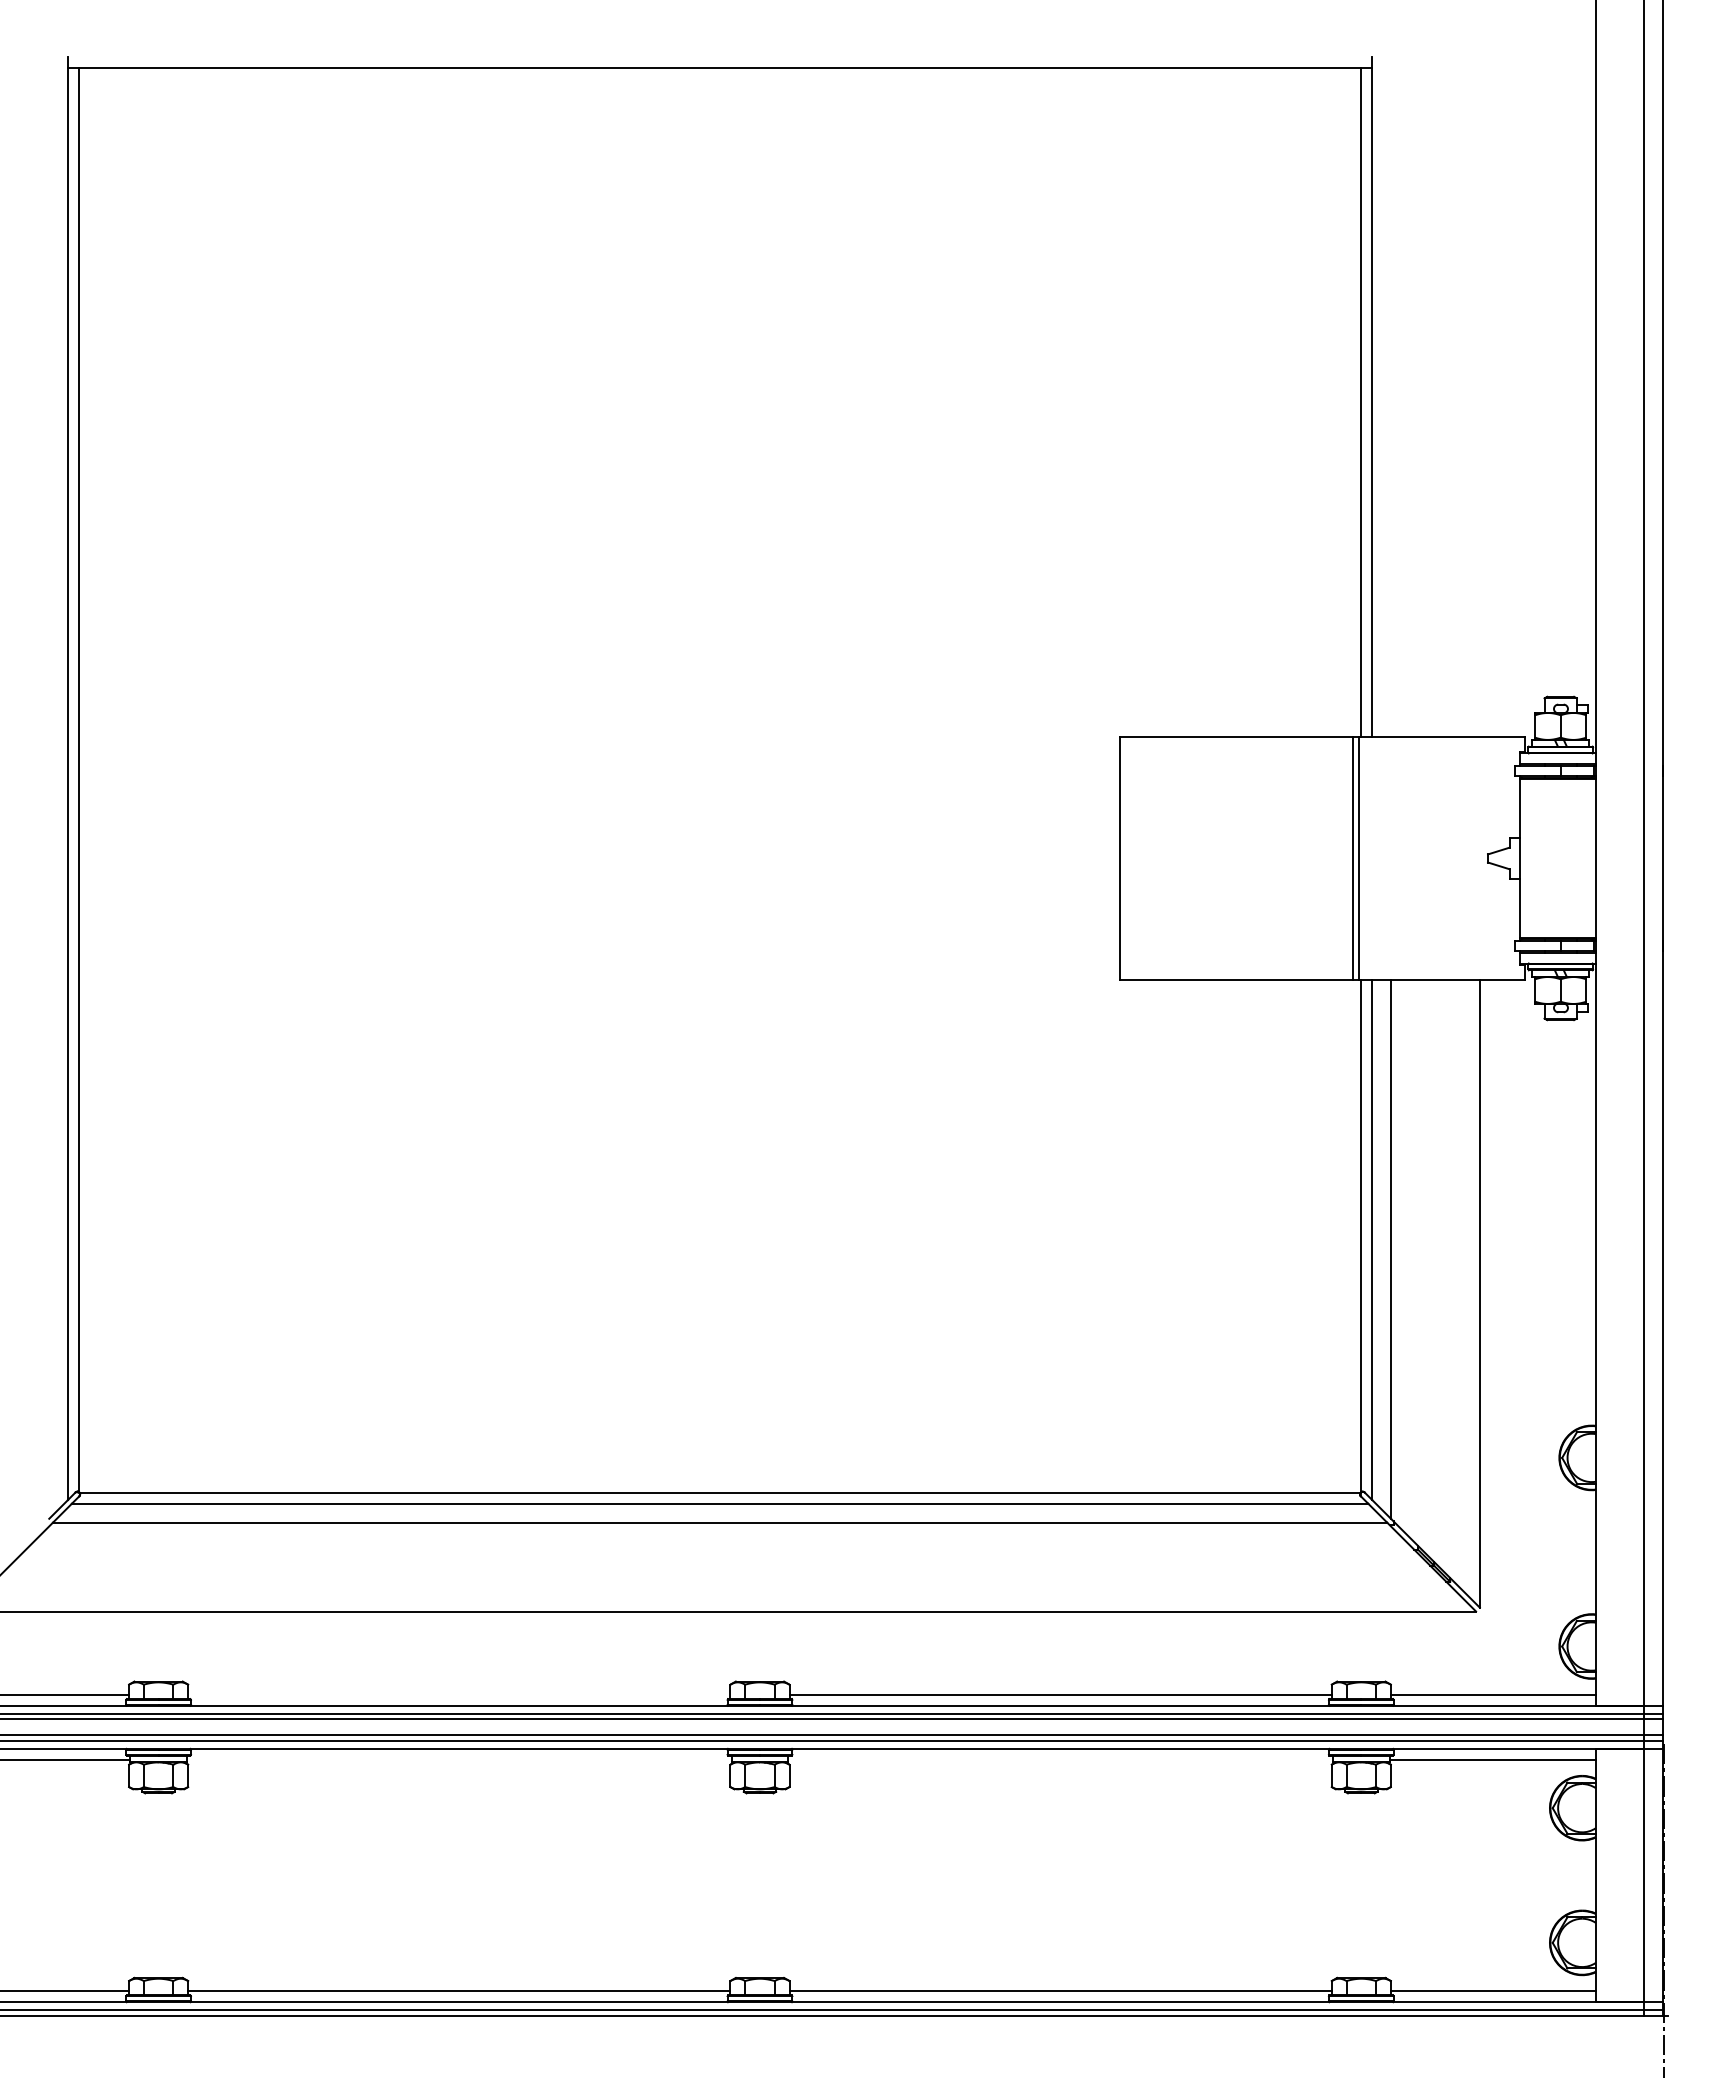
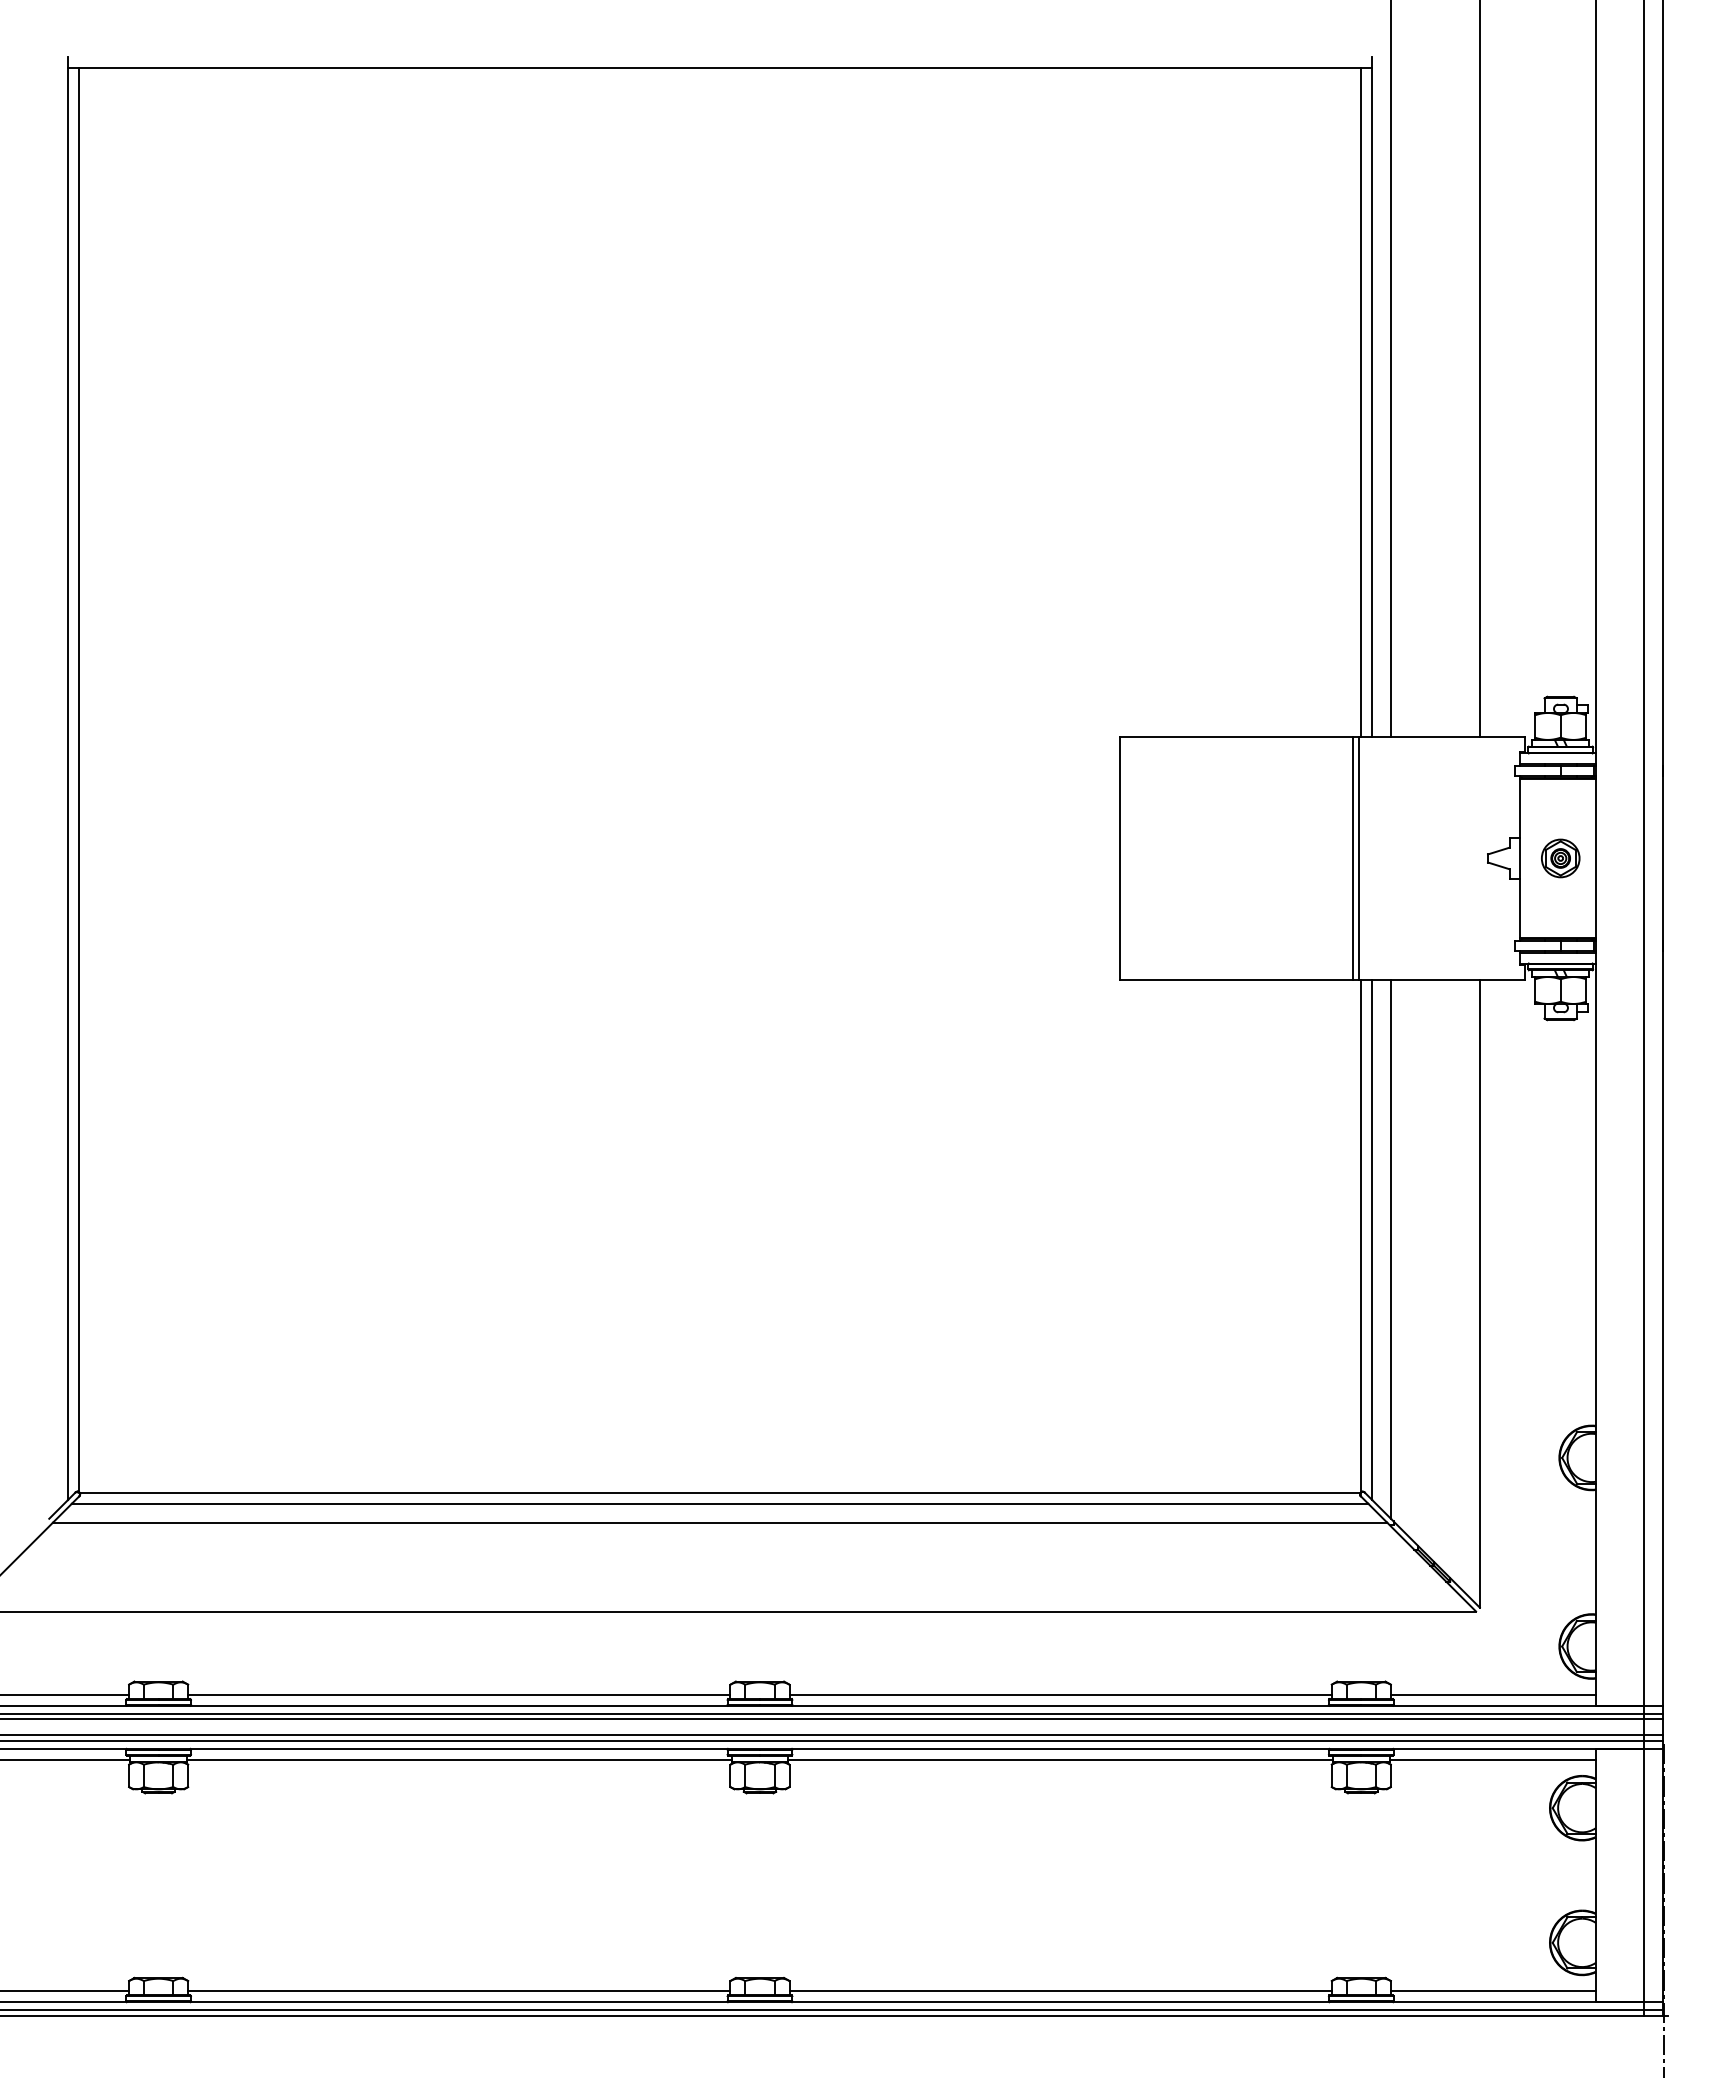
line at (1390, 369): none -> present
line at (1479, 369): none -> present
part at (1560, 858): none -> present
line at (459, 1695): none -> present
line at (458, 1759): none -> present
line at (1060, 1759): none -> present
